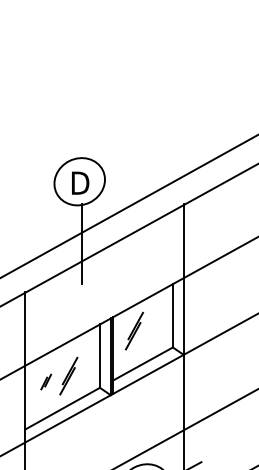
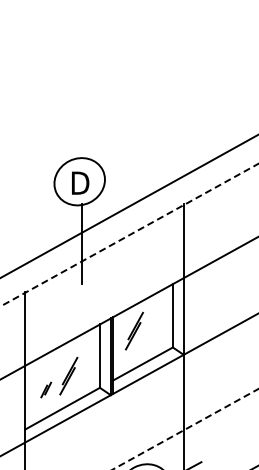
line at (129, 235): solid -> dashed
part at (46, 381) position: (46, 381) -> (46, 389)
line at (185, 429): solid -> dashed
